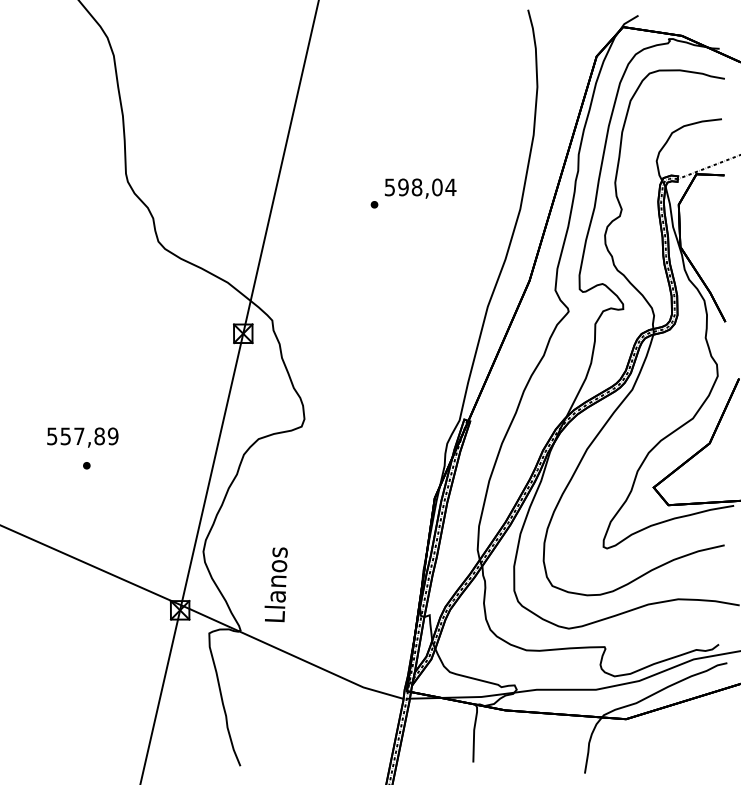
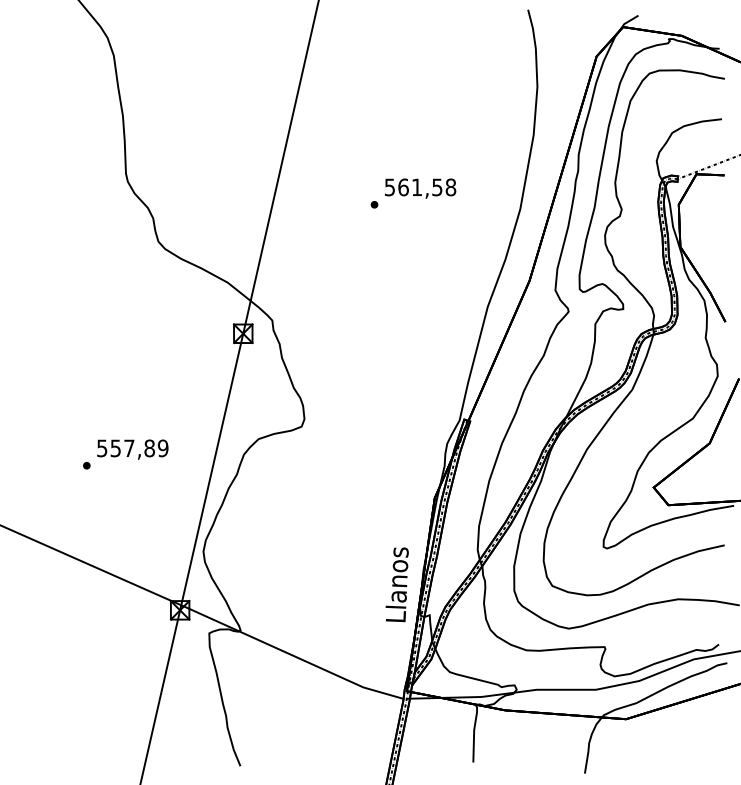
text at (427, 187): 598,04 -> 561,58
text at (82, 437) position: (82, 437) -> (132, 449)
text at (275, 584) position: (275, 584) -> (396, 584)
